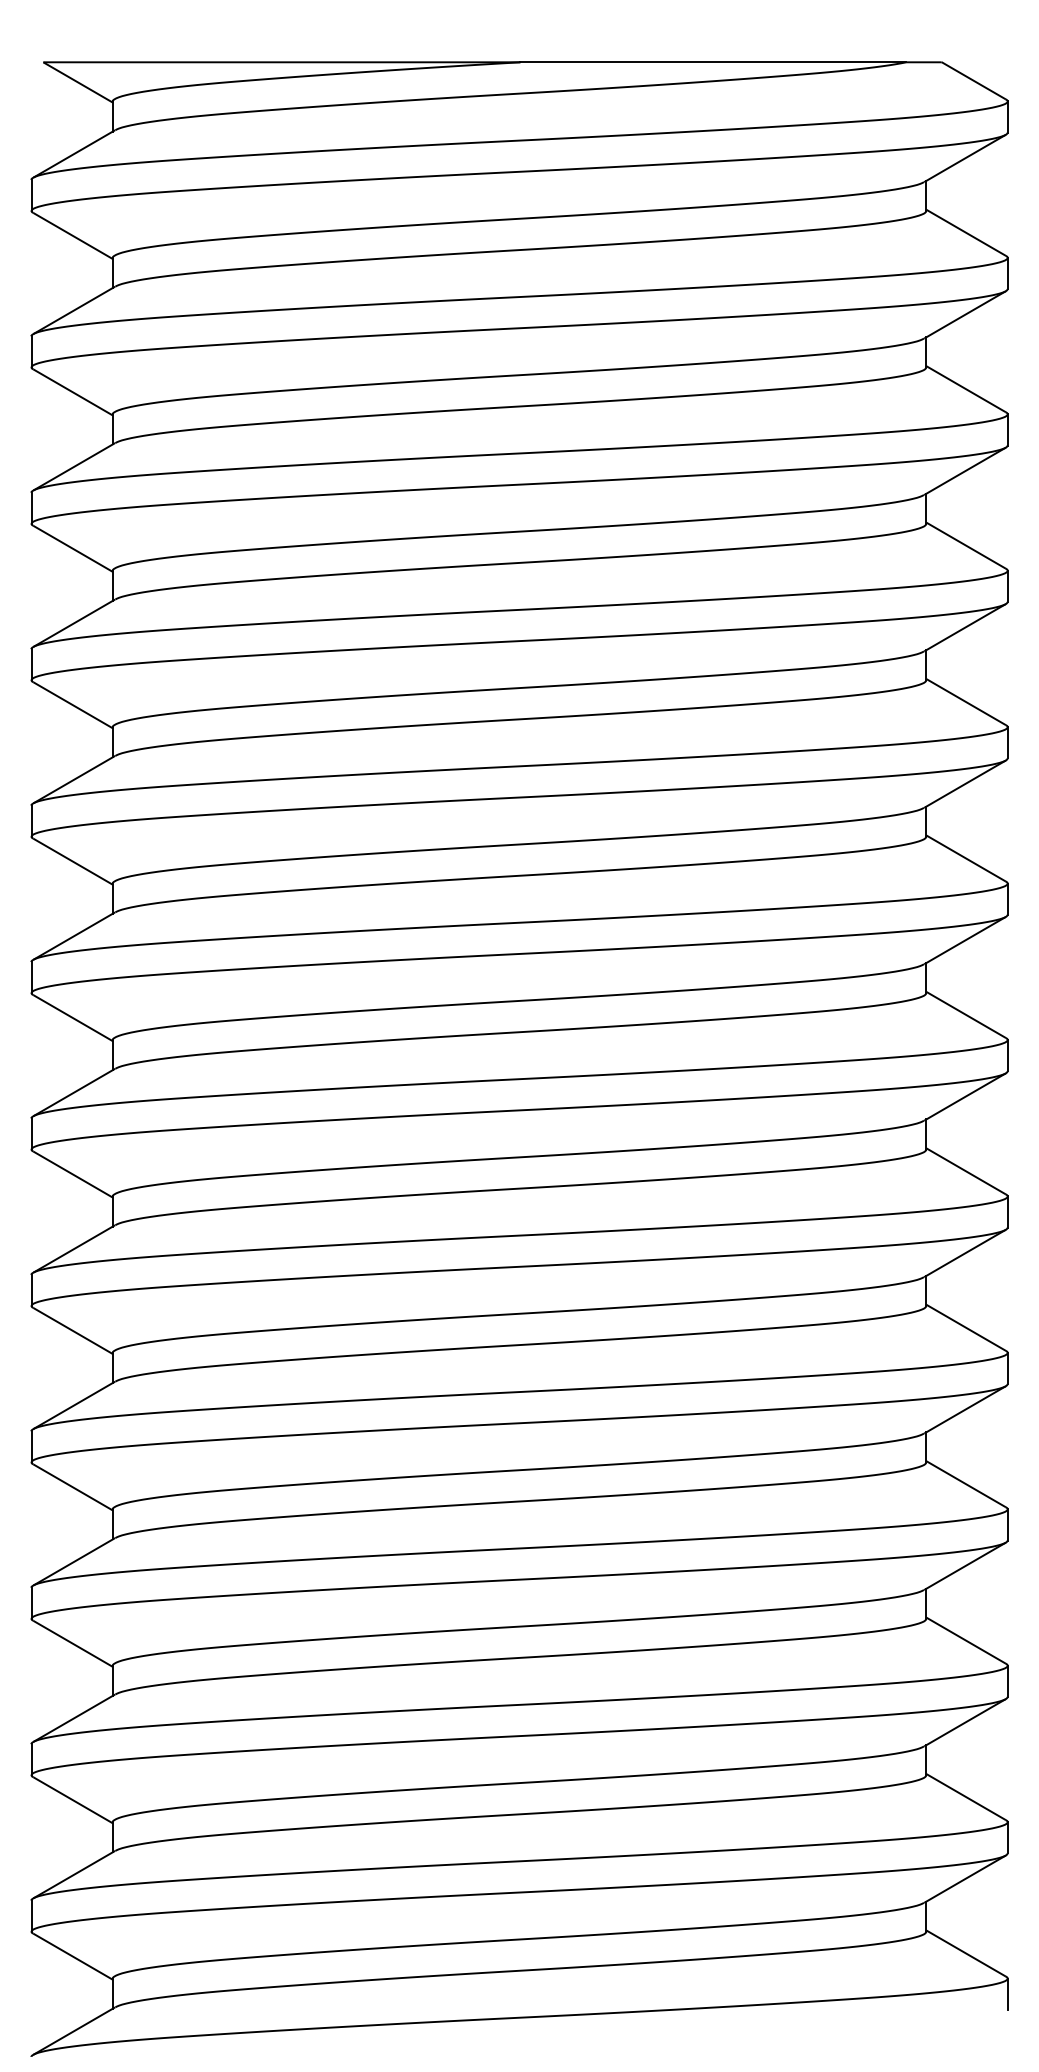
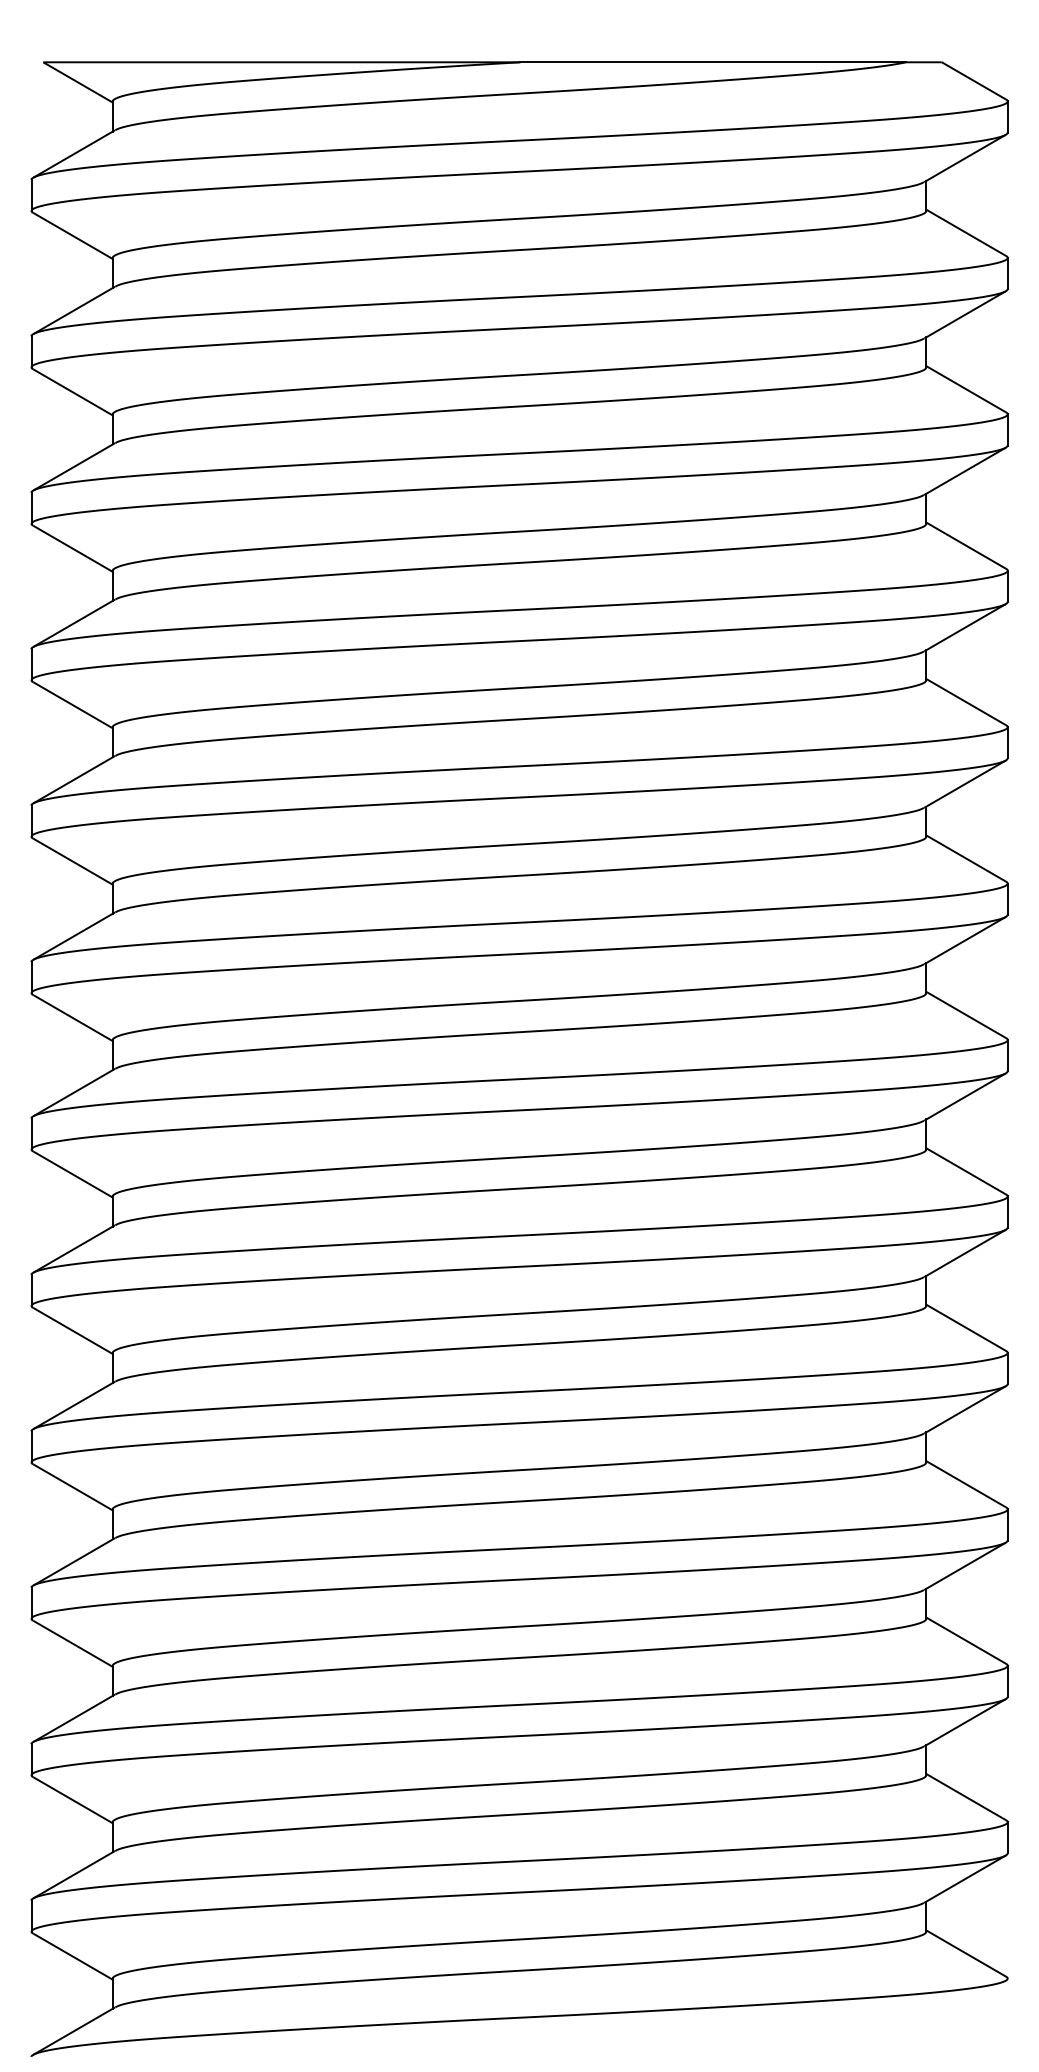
line at (1007, 1993): present -> none
